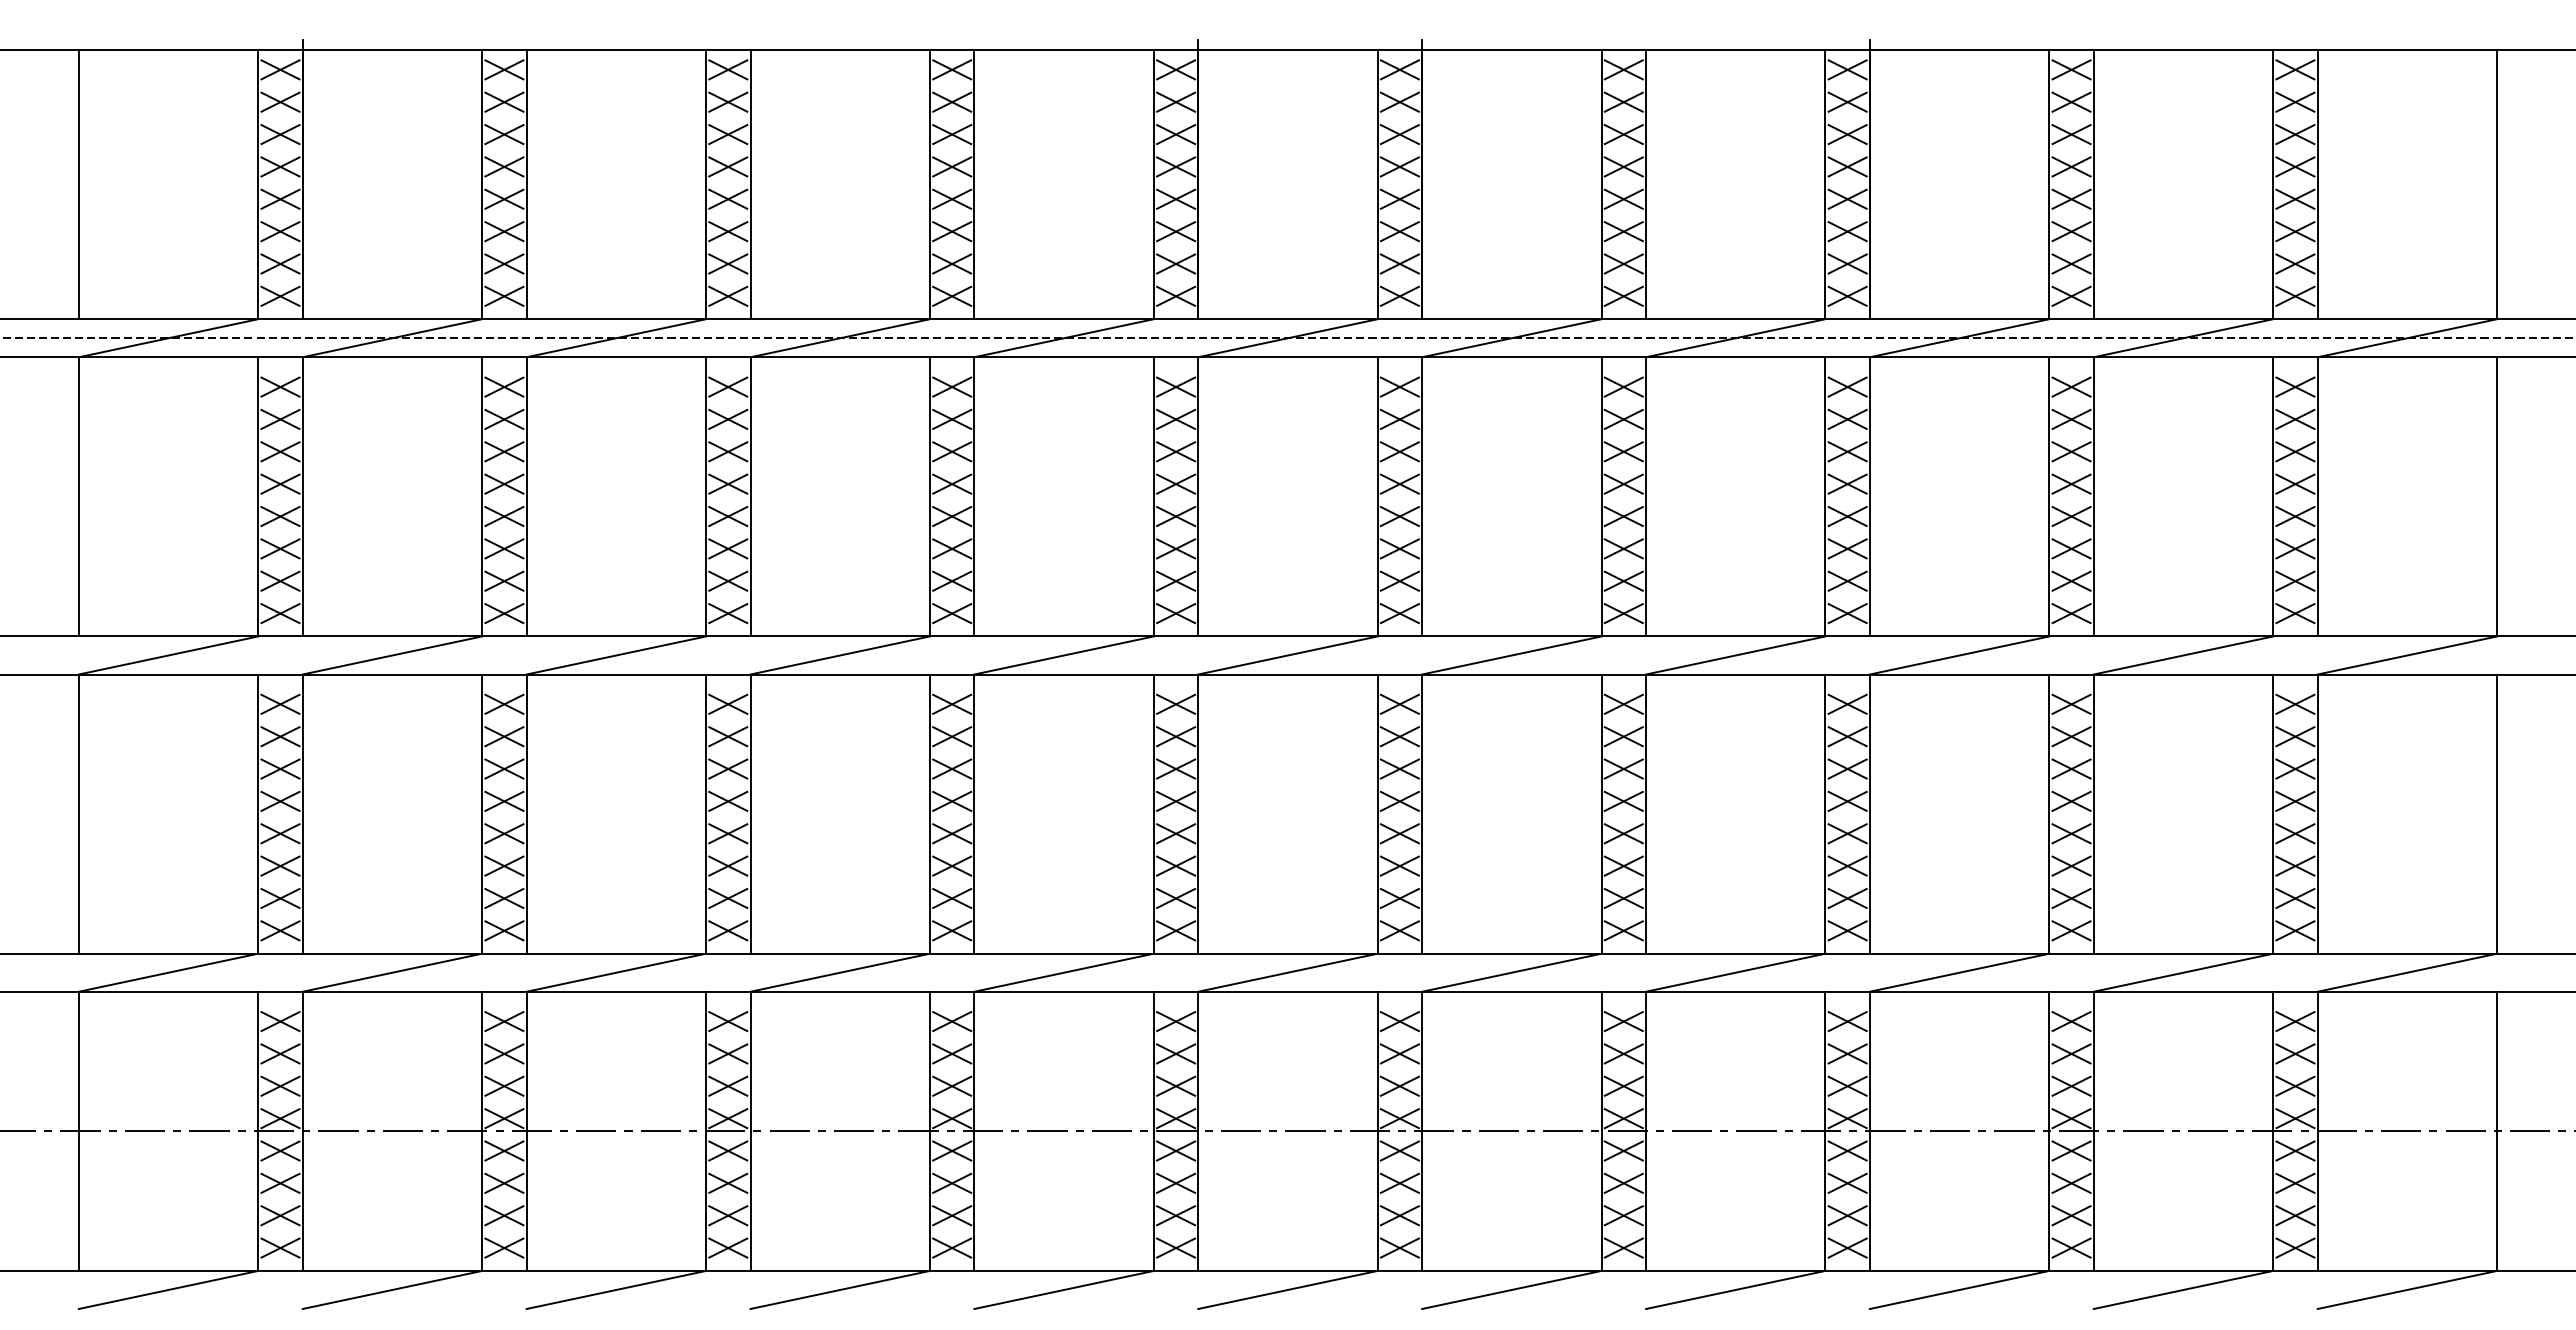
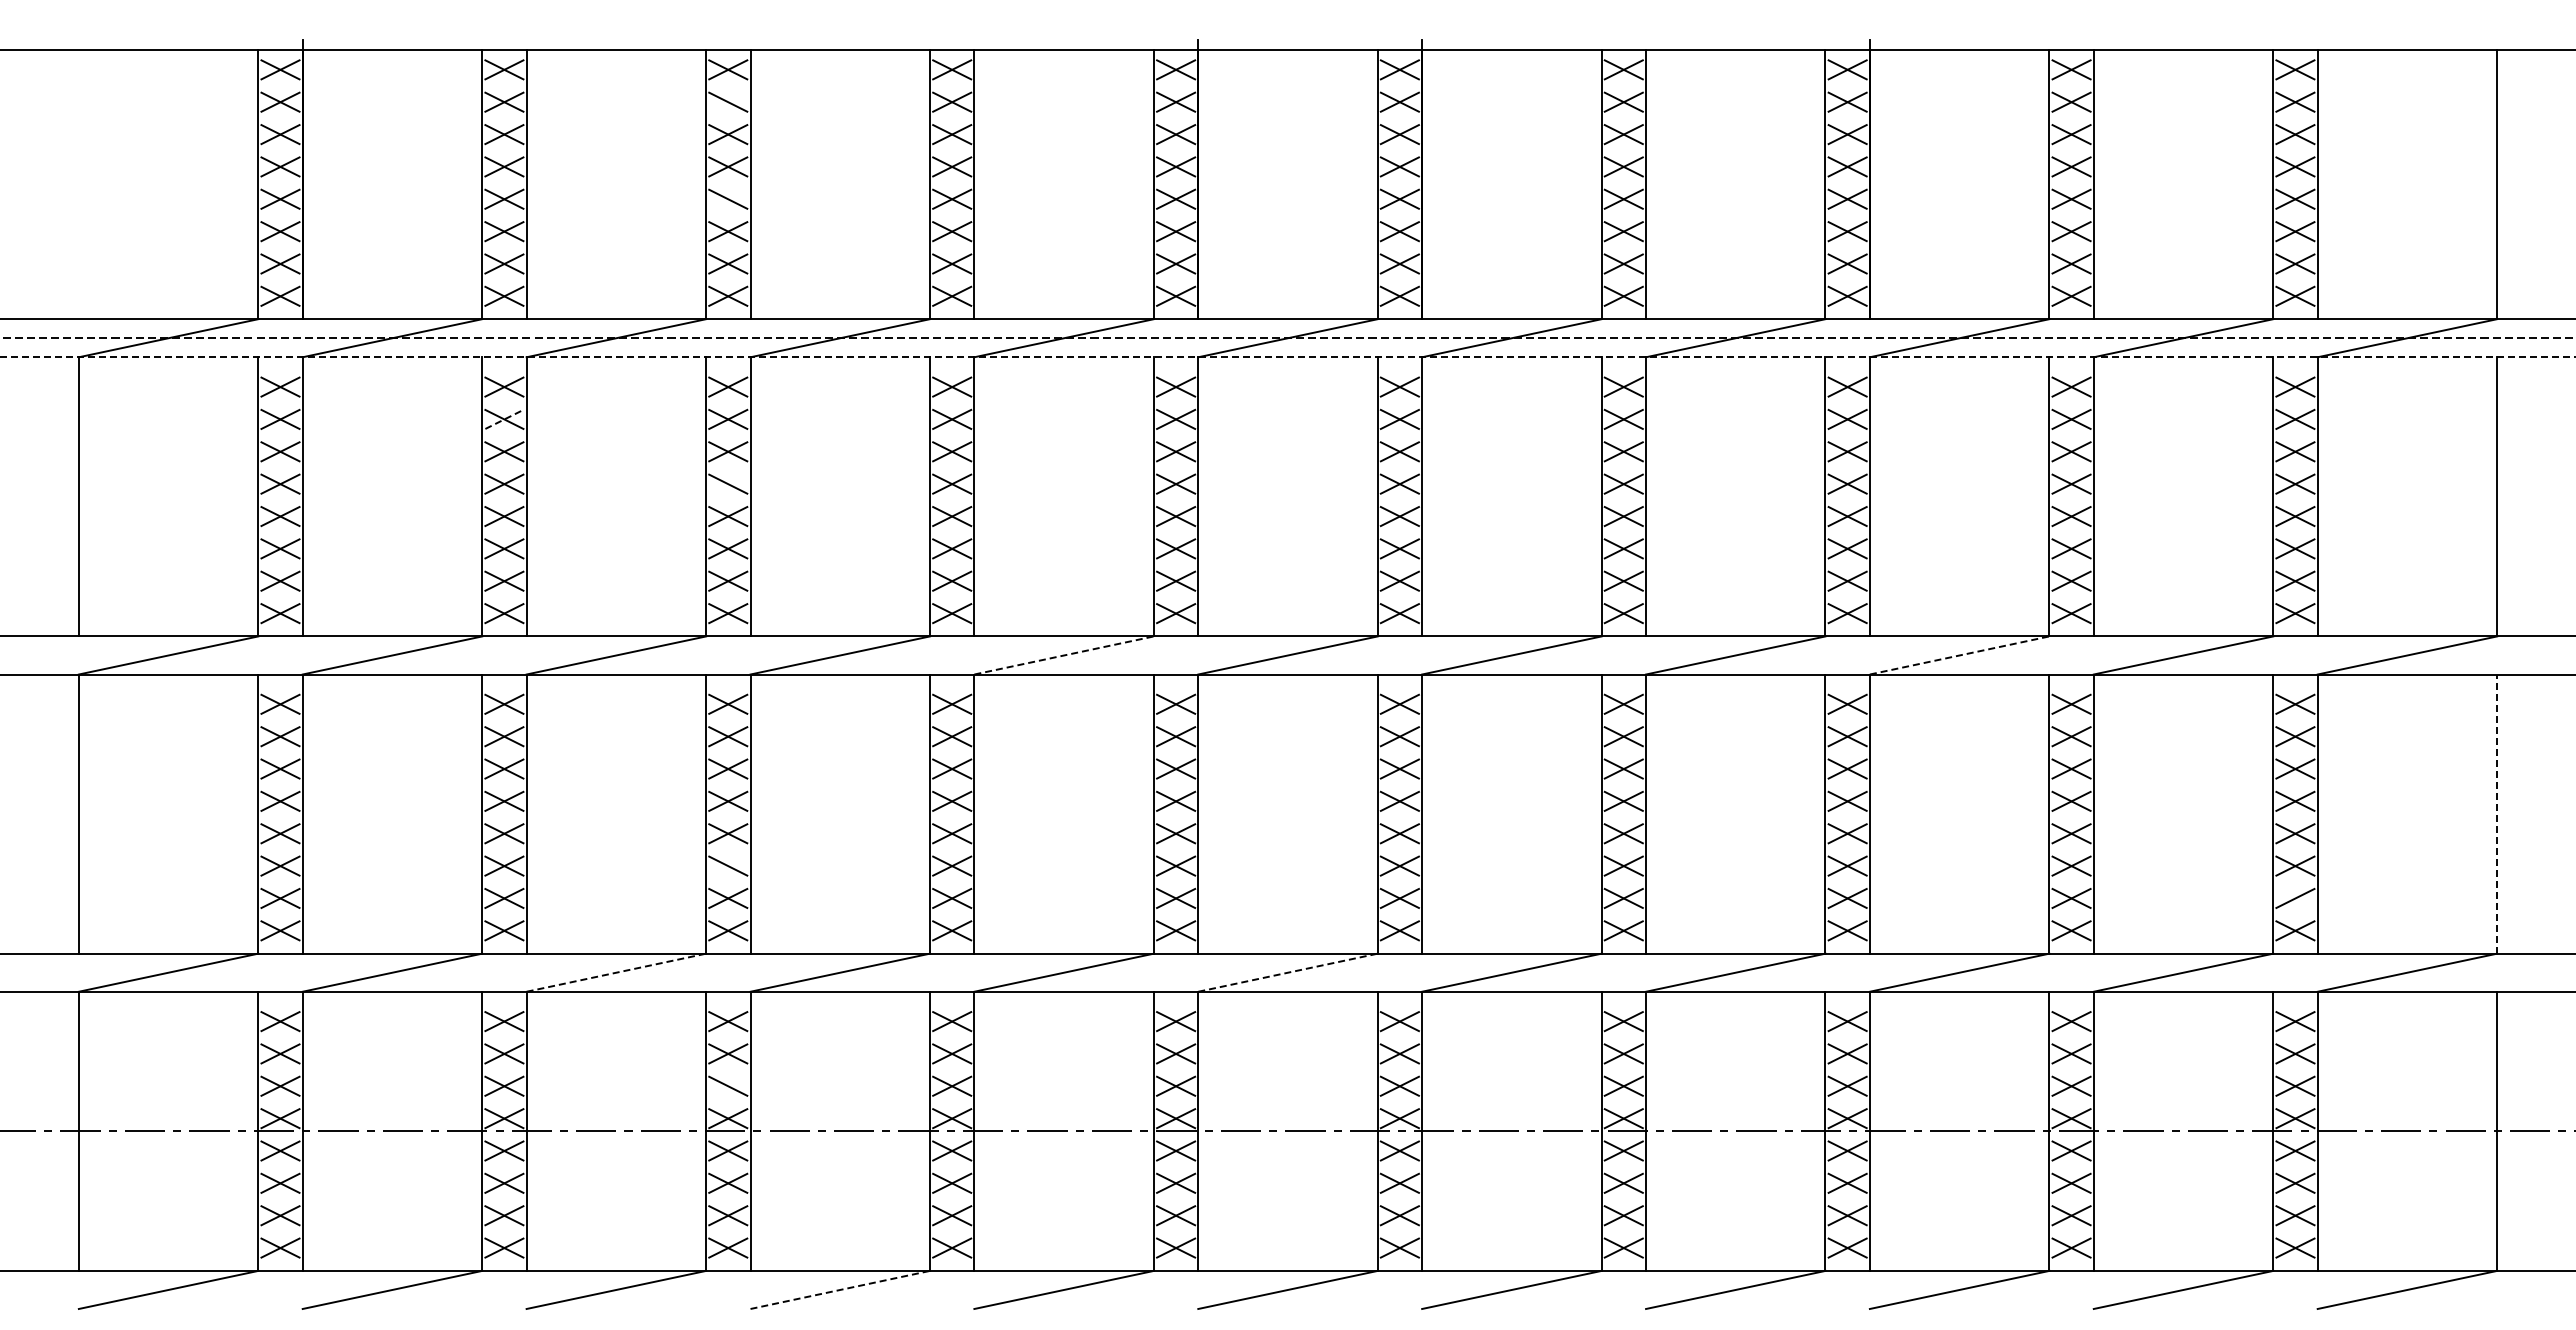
line at (728, 101): present -> none
line at (78, 184): present -> none
line at (728, 198): present -> none
line at (1288, 357): solid -> dashed
line at (504, 419): solid -> dashed
line at (728, 483): present -> none
line at (1064, 655): solid -> dashed
line at (1959, 655): solid -> dashed
line at (2497, 814): solid -> dashed
line at (728, 865): present -> none
line at (2295, 898): present -> none
line at (616, 972): solid -> dashed
line at (1288, 972): solid -> dashed
line at (728, 1085): present -> none
line at (840, 1289): solid -> dashed
